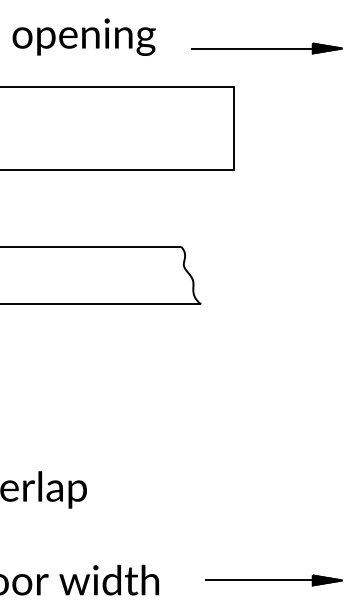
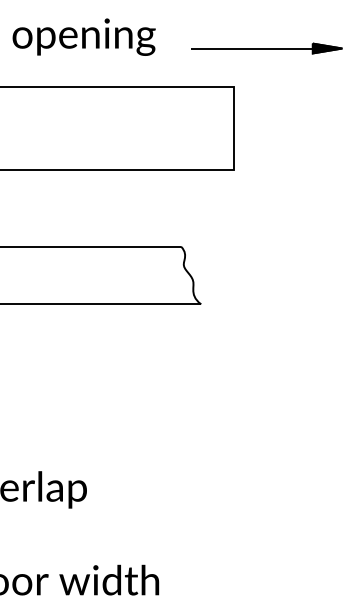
part at (273, 580): present -> none
